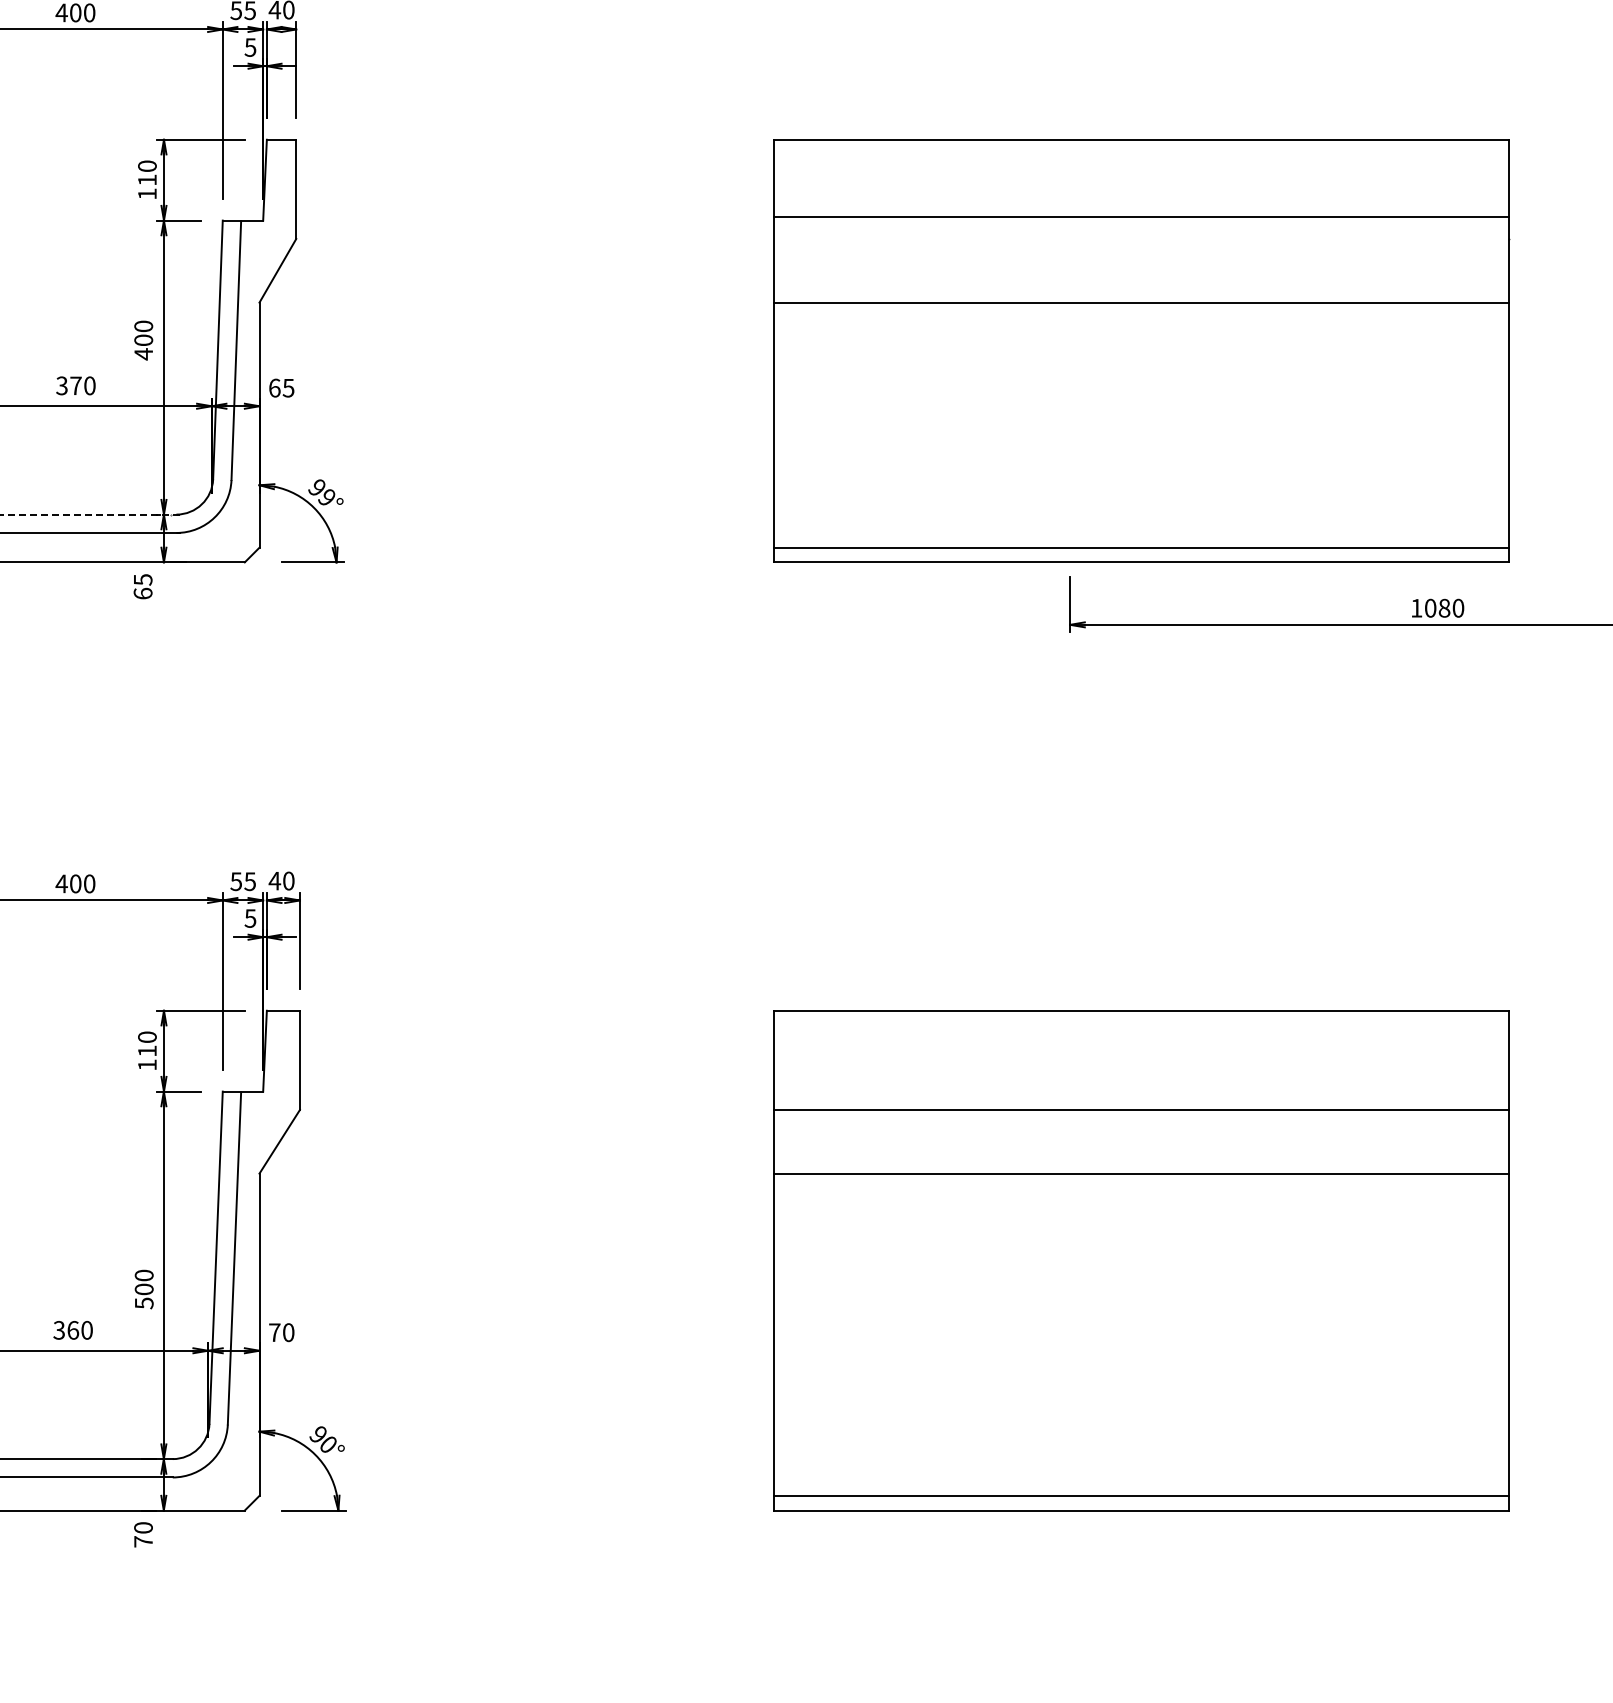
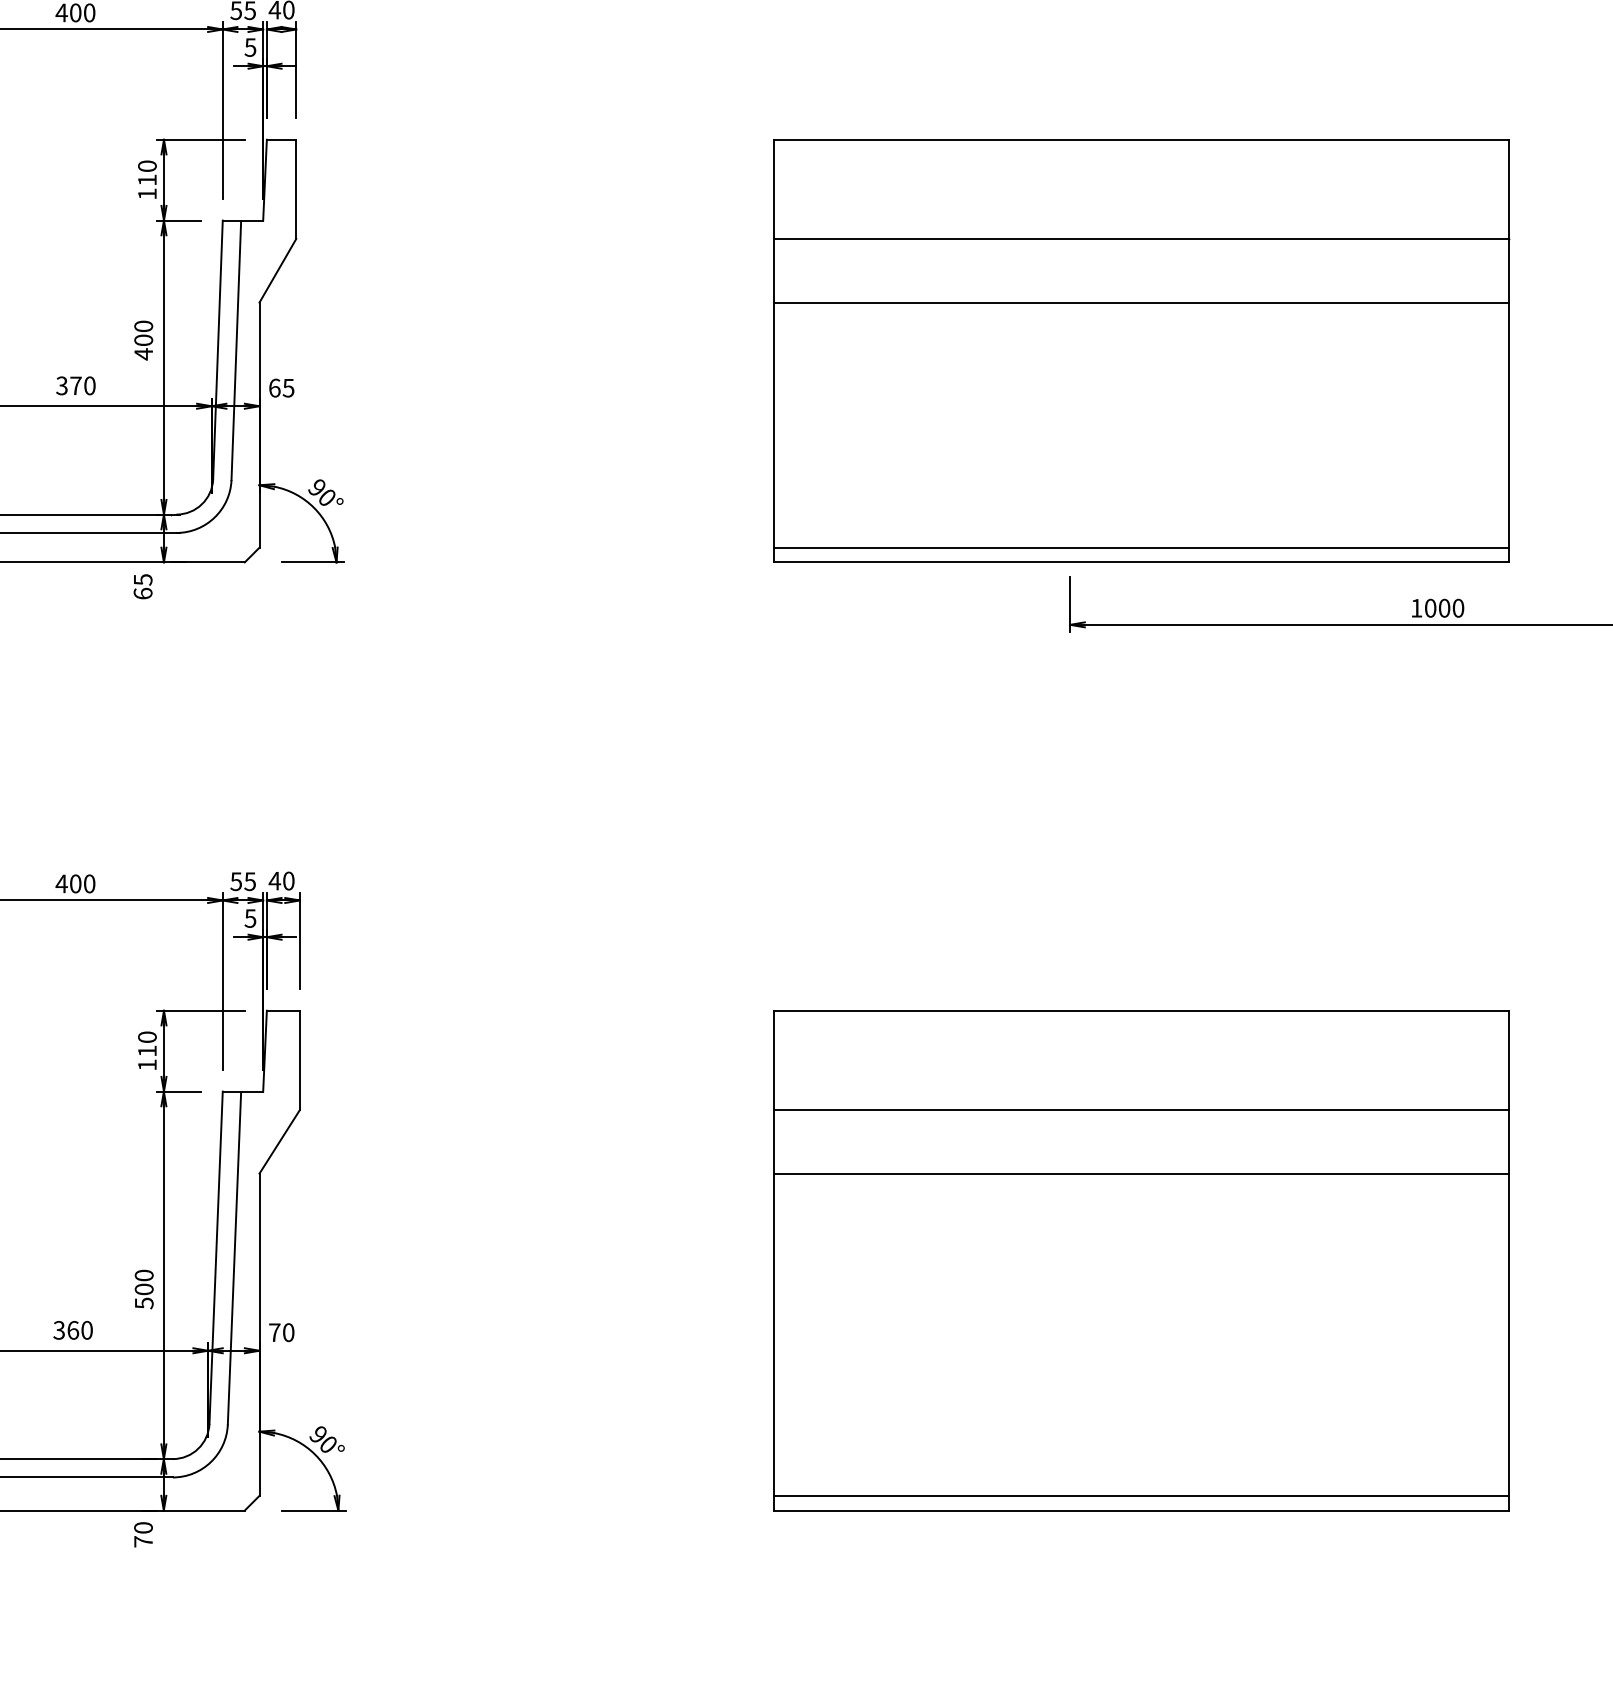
line at (1141, 216) position: (1141, 216) -> (1141, 238)
text at (326, 497): 99° -> 90°
line at (90, 514): dashed -> solid
text at (1444, 608): 1080 -> 1000
